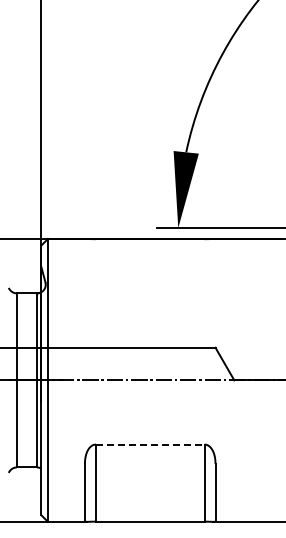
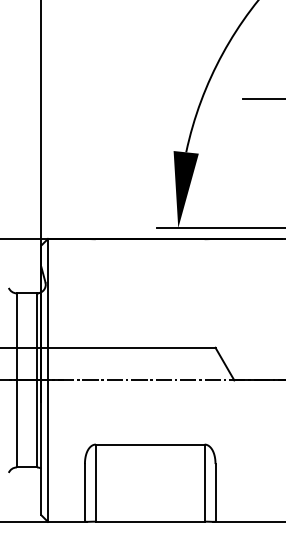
line at (262, 98): none -> present
line at (150, 444): dashed -> solid
